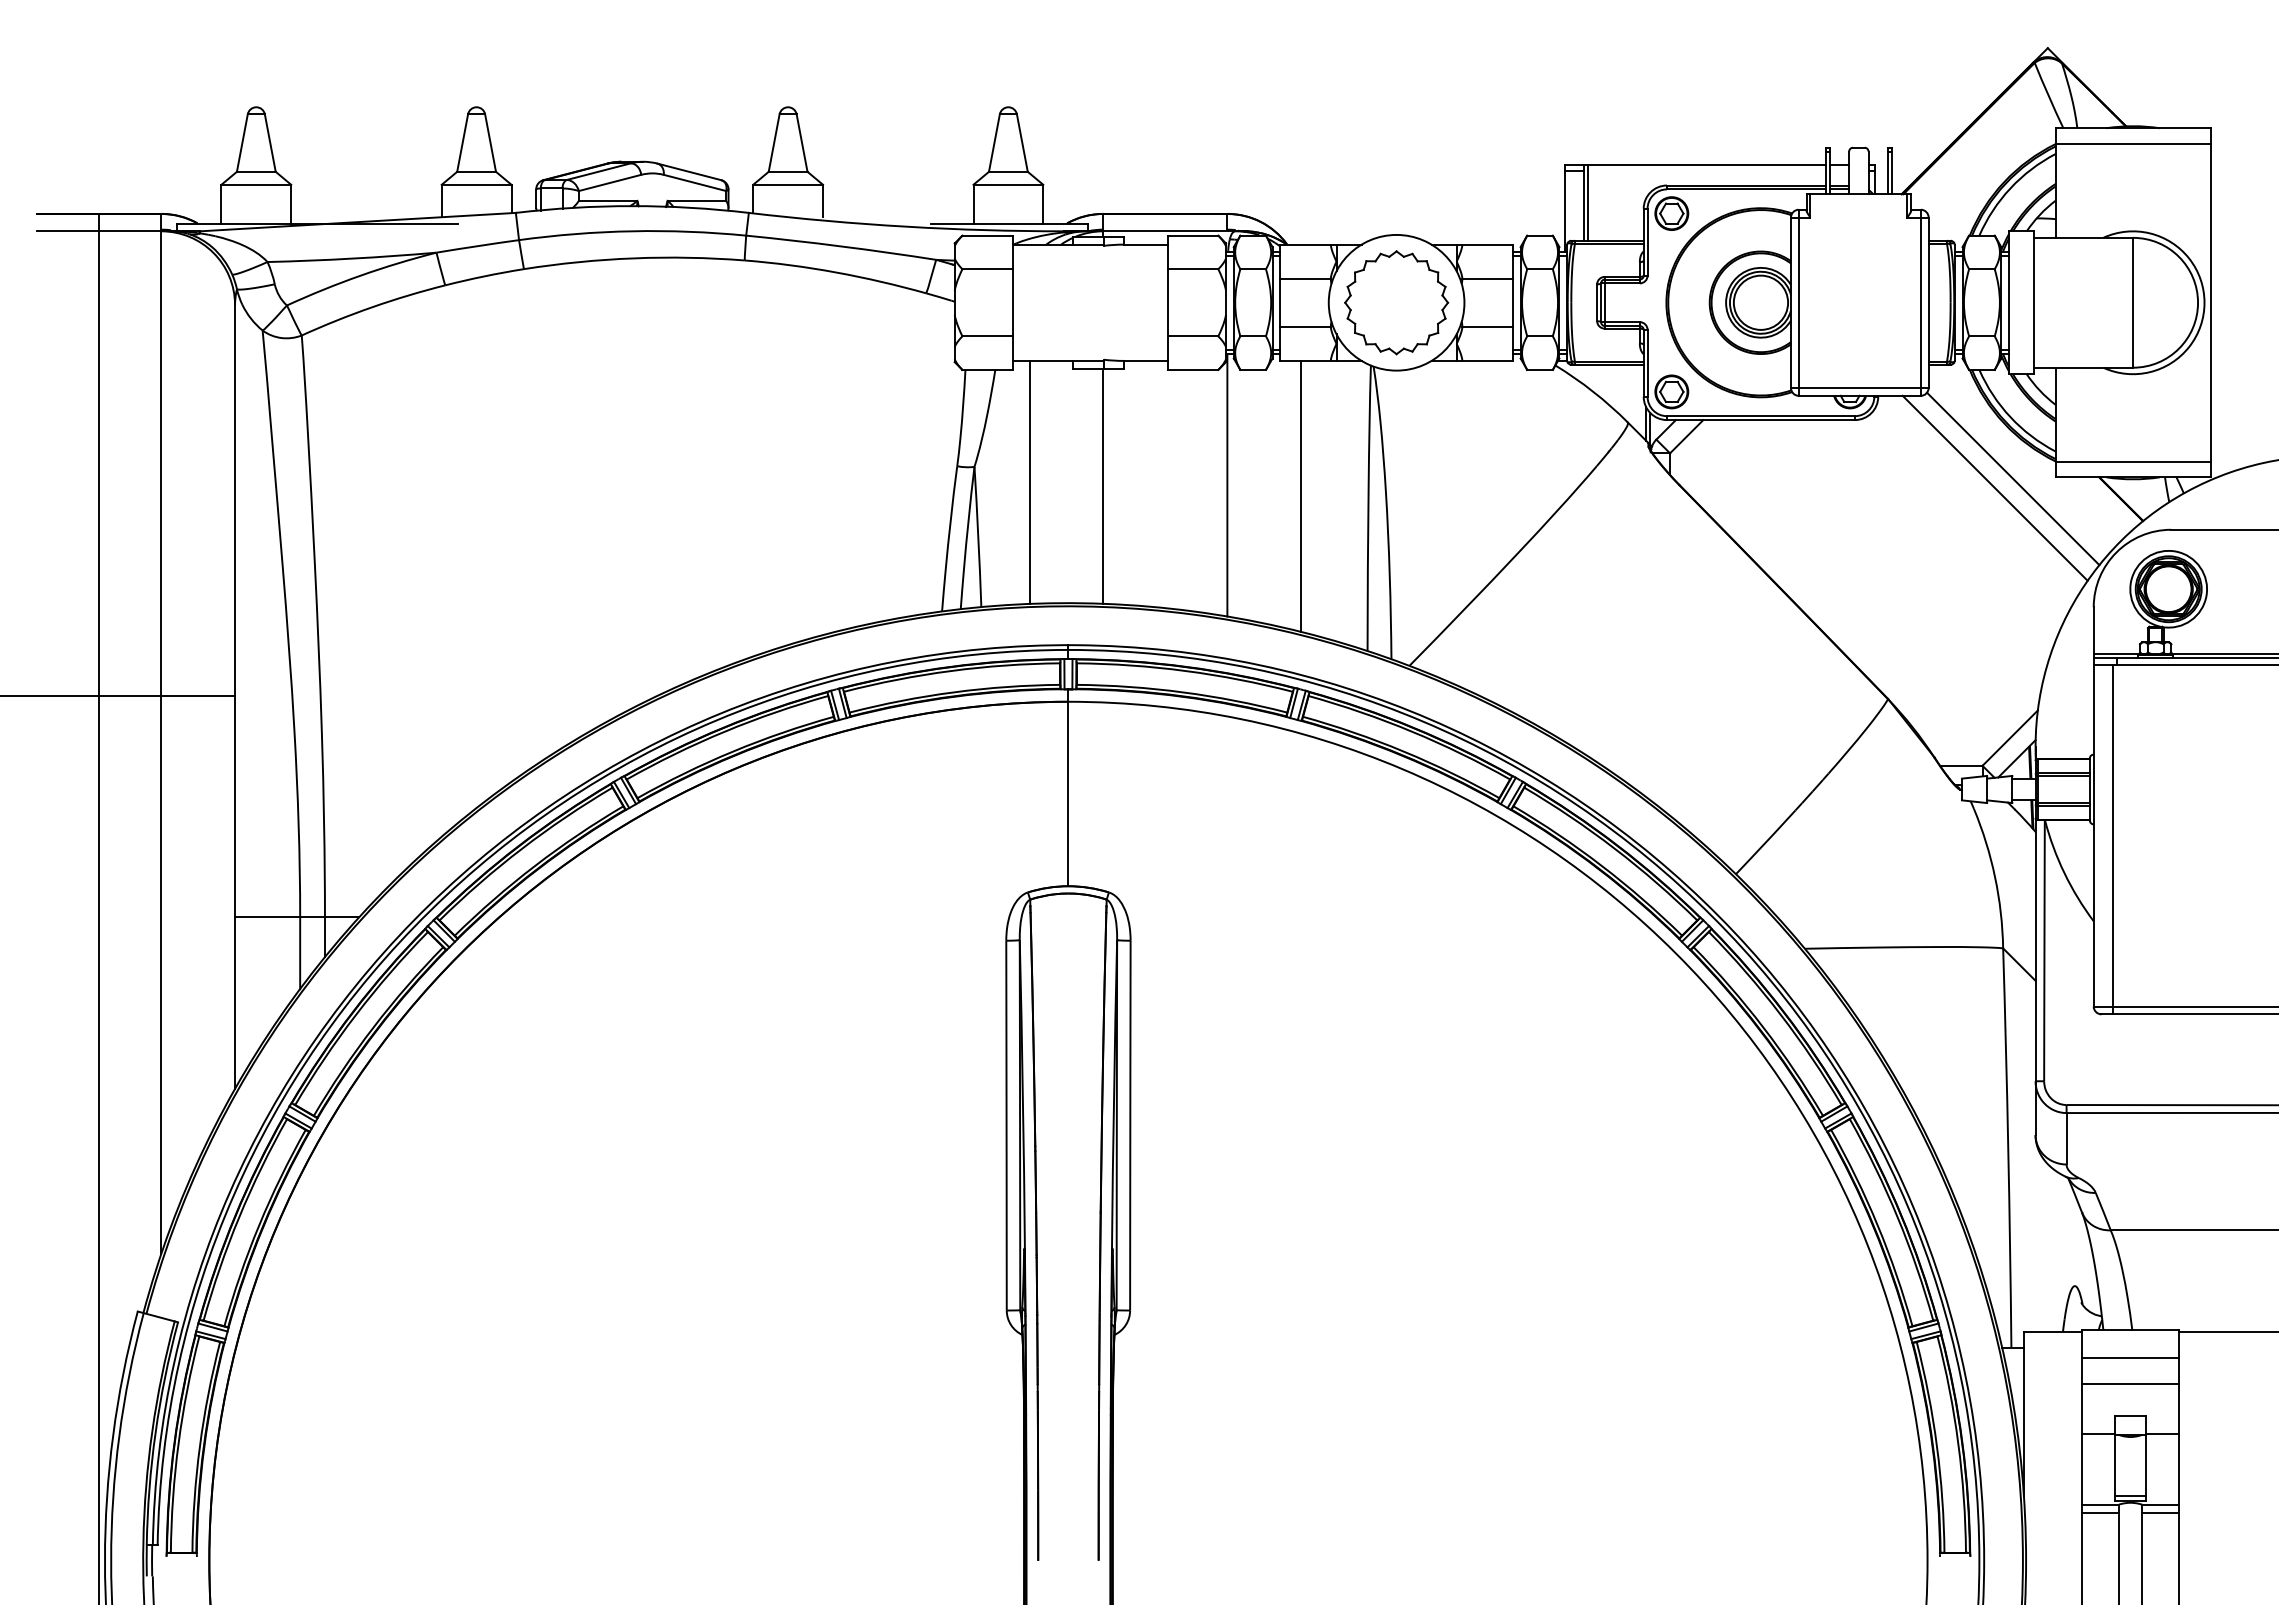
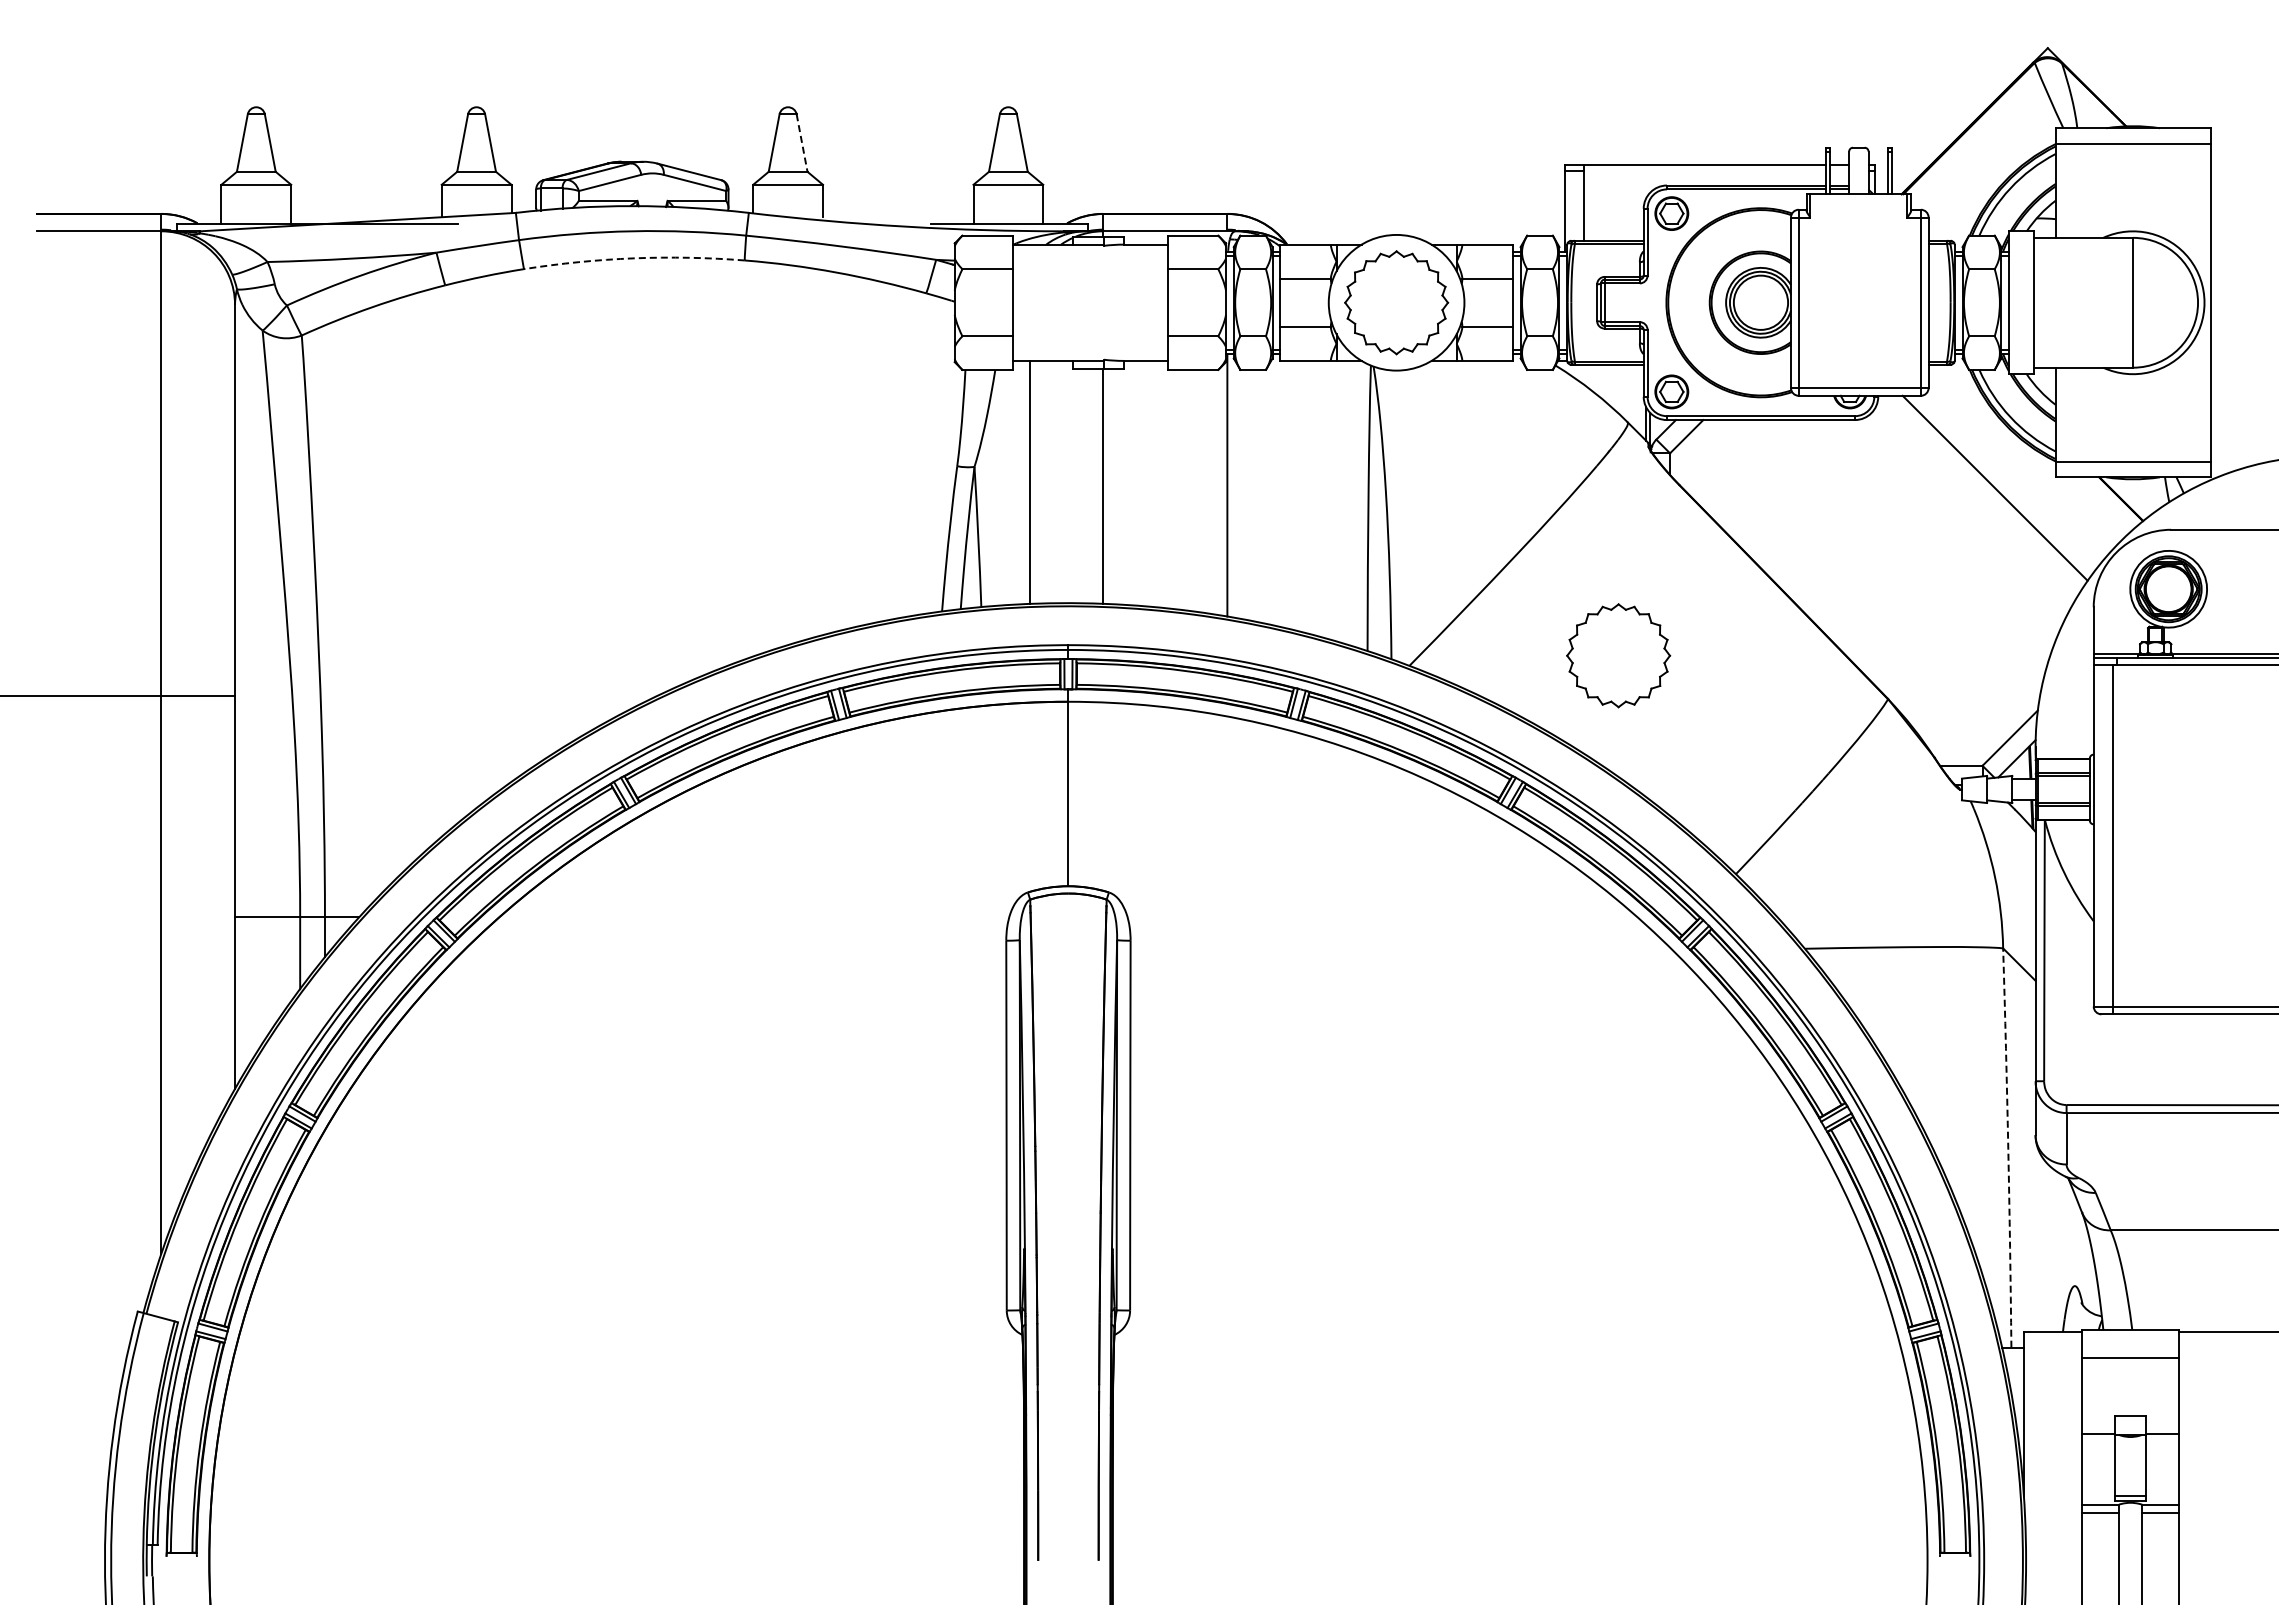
line at (802, 143): solid -> dashed
line at (1587, 202): present -> none
arc at (634, 258): solid -> dashed
line at (2013, 478): present -> none
line at (1301, 495): present -> none
part at (1618, 655): none -> present
line at (99, 907): present -> none
arc at (2008, 1148): solid -> dashed
line at (2130, 1384): present -> none
